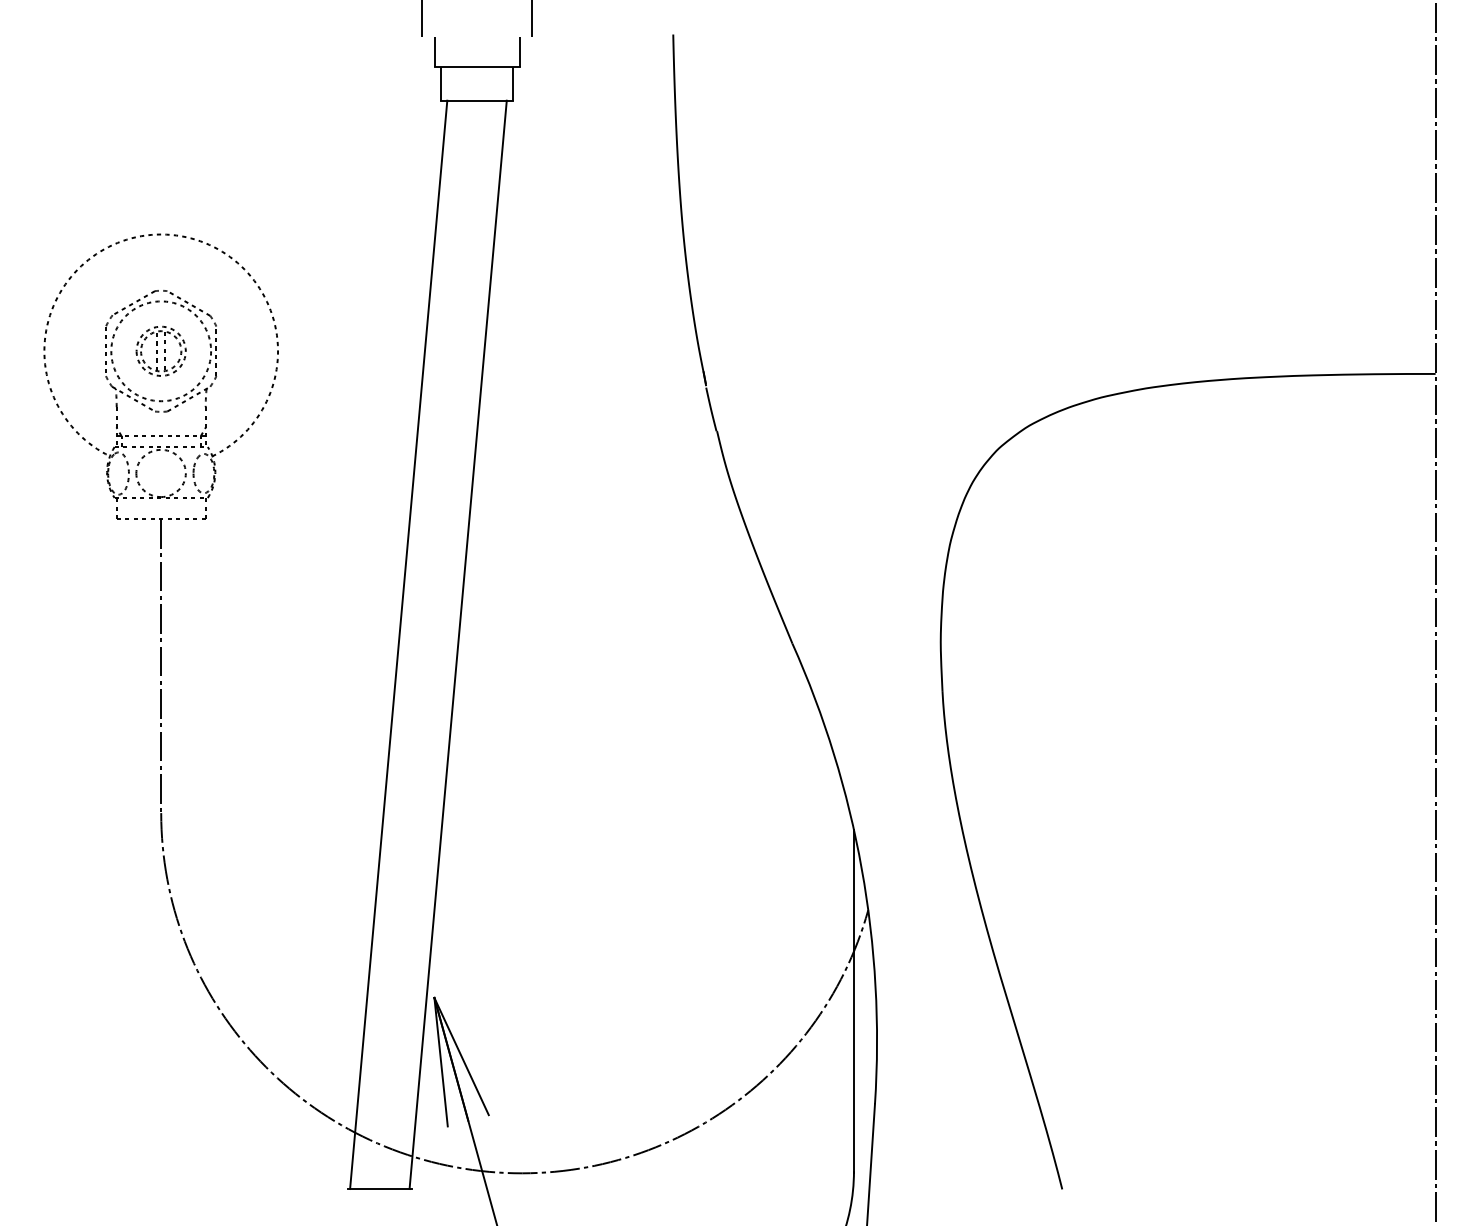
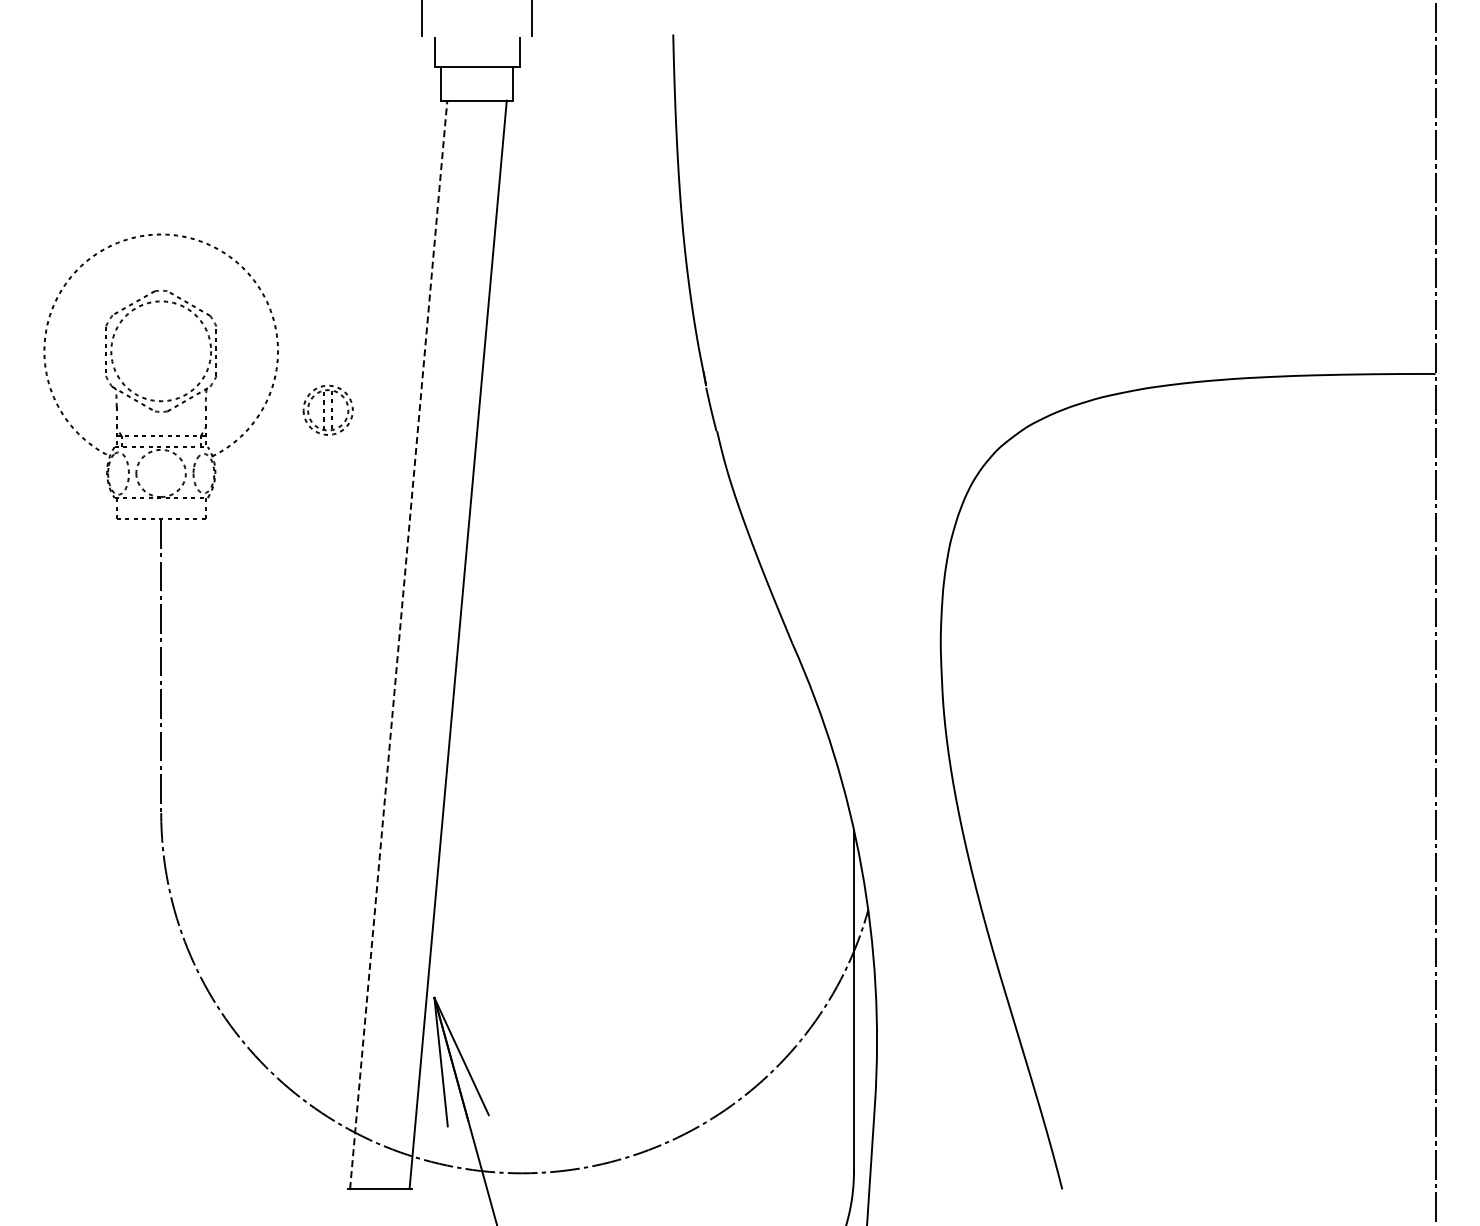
part at (160, 350) position: (160, 350) -> (327, 409)
line at (398, 644): solid -> dashed
